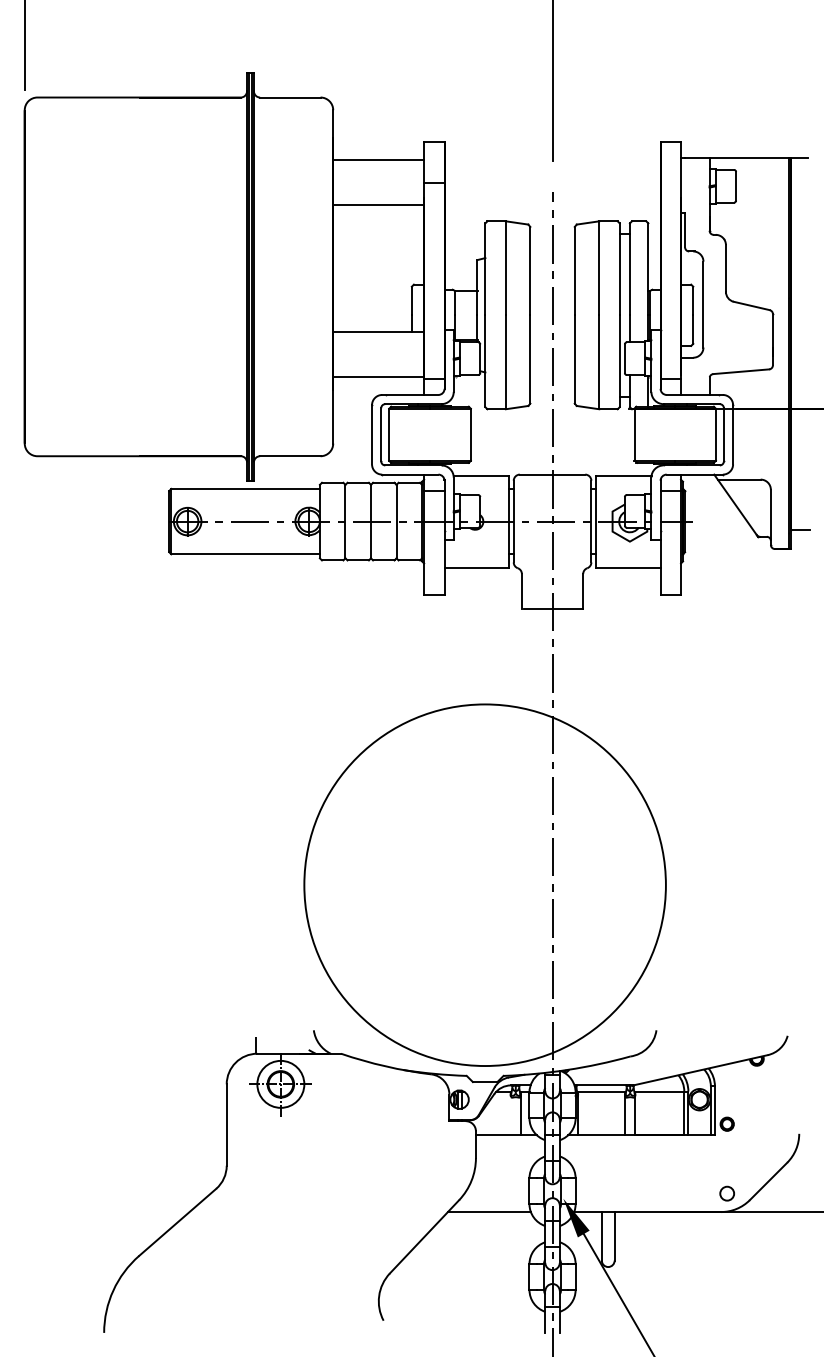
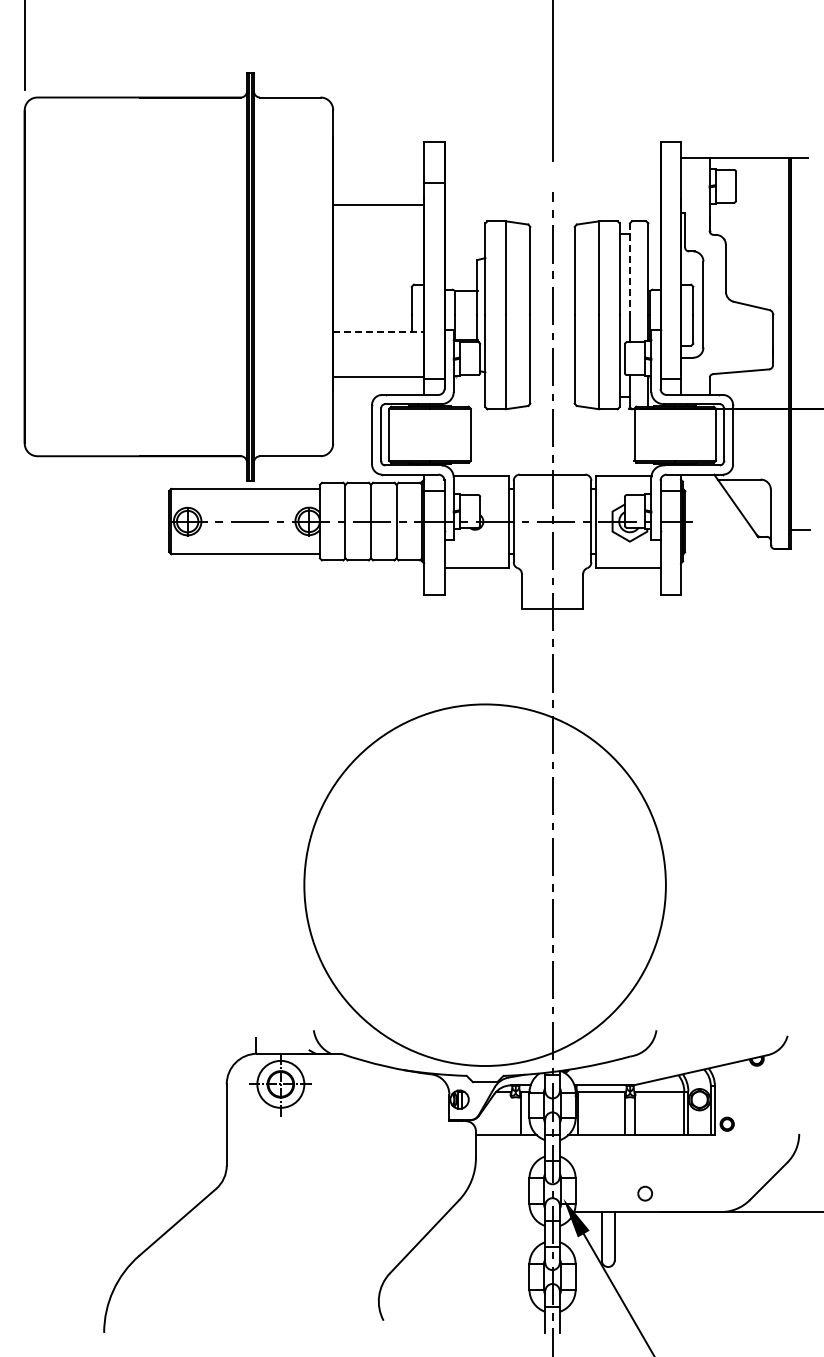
line at (378, 160): present -> none
line at (629, 269): solid -> dashed
line at (379, 331): solid -> dashed
circle at (726, 1193) position: (726, 1193) -> (644, 1193)
line at (488, 1212): present -> none
